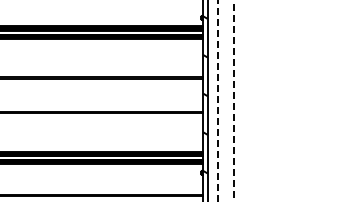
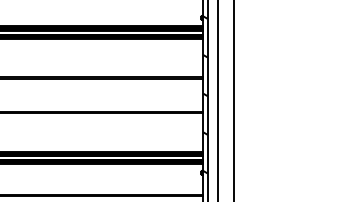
line at (218, 100): dashed -> solid
line at (233, 101): dashed -> solid
